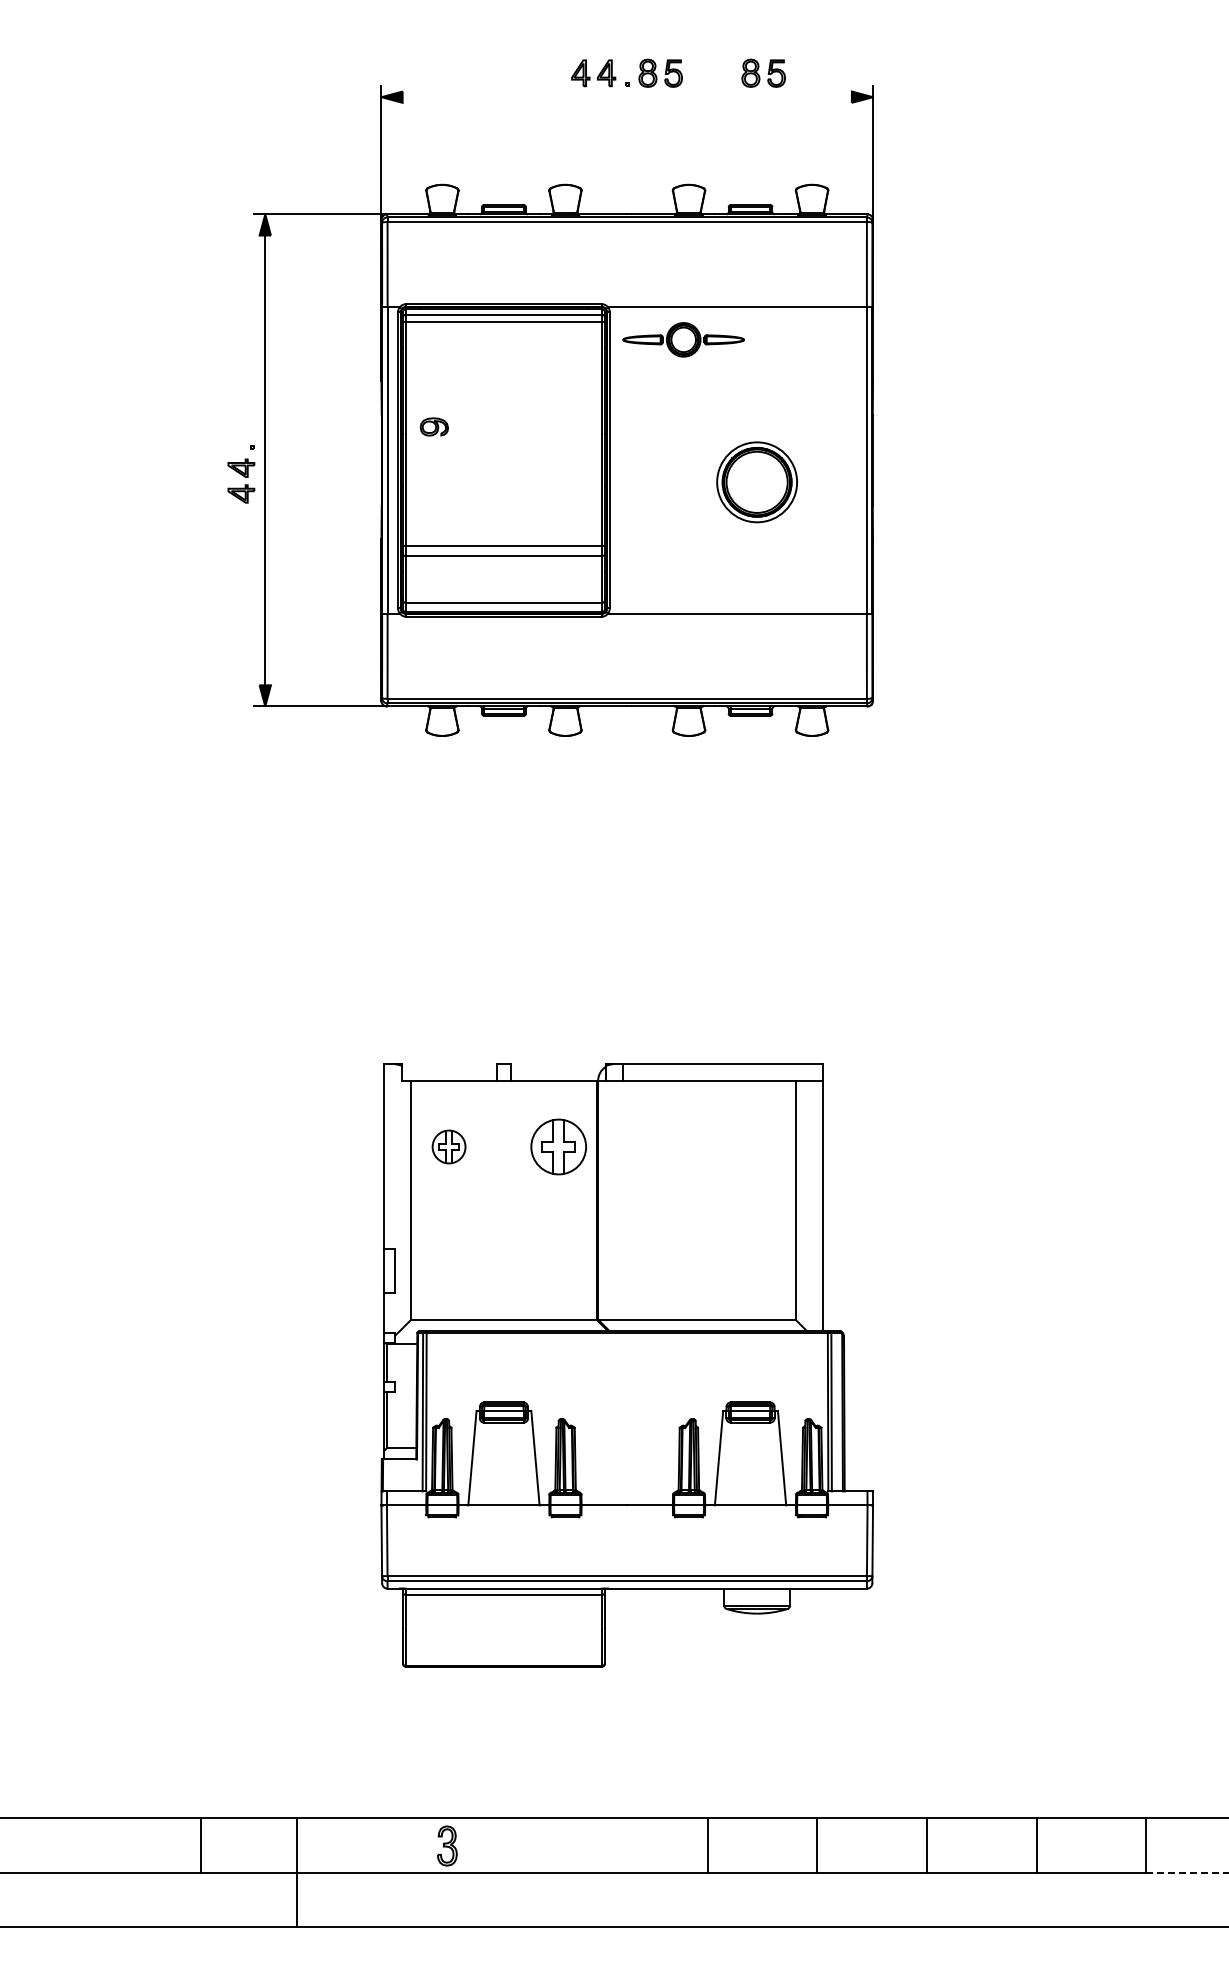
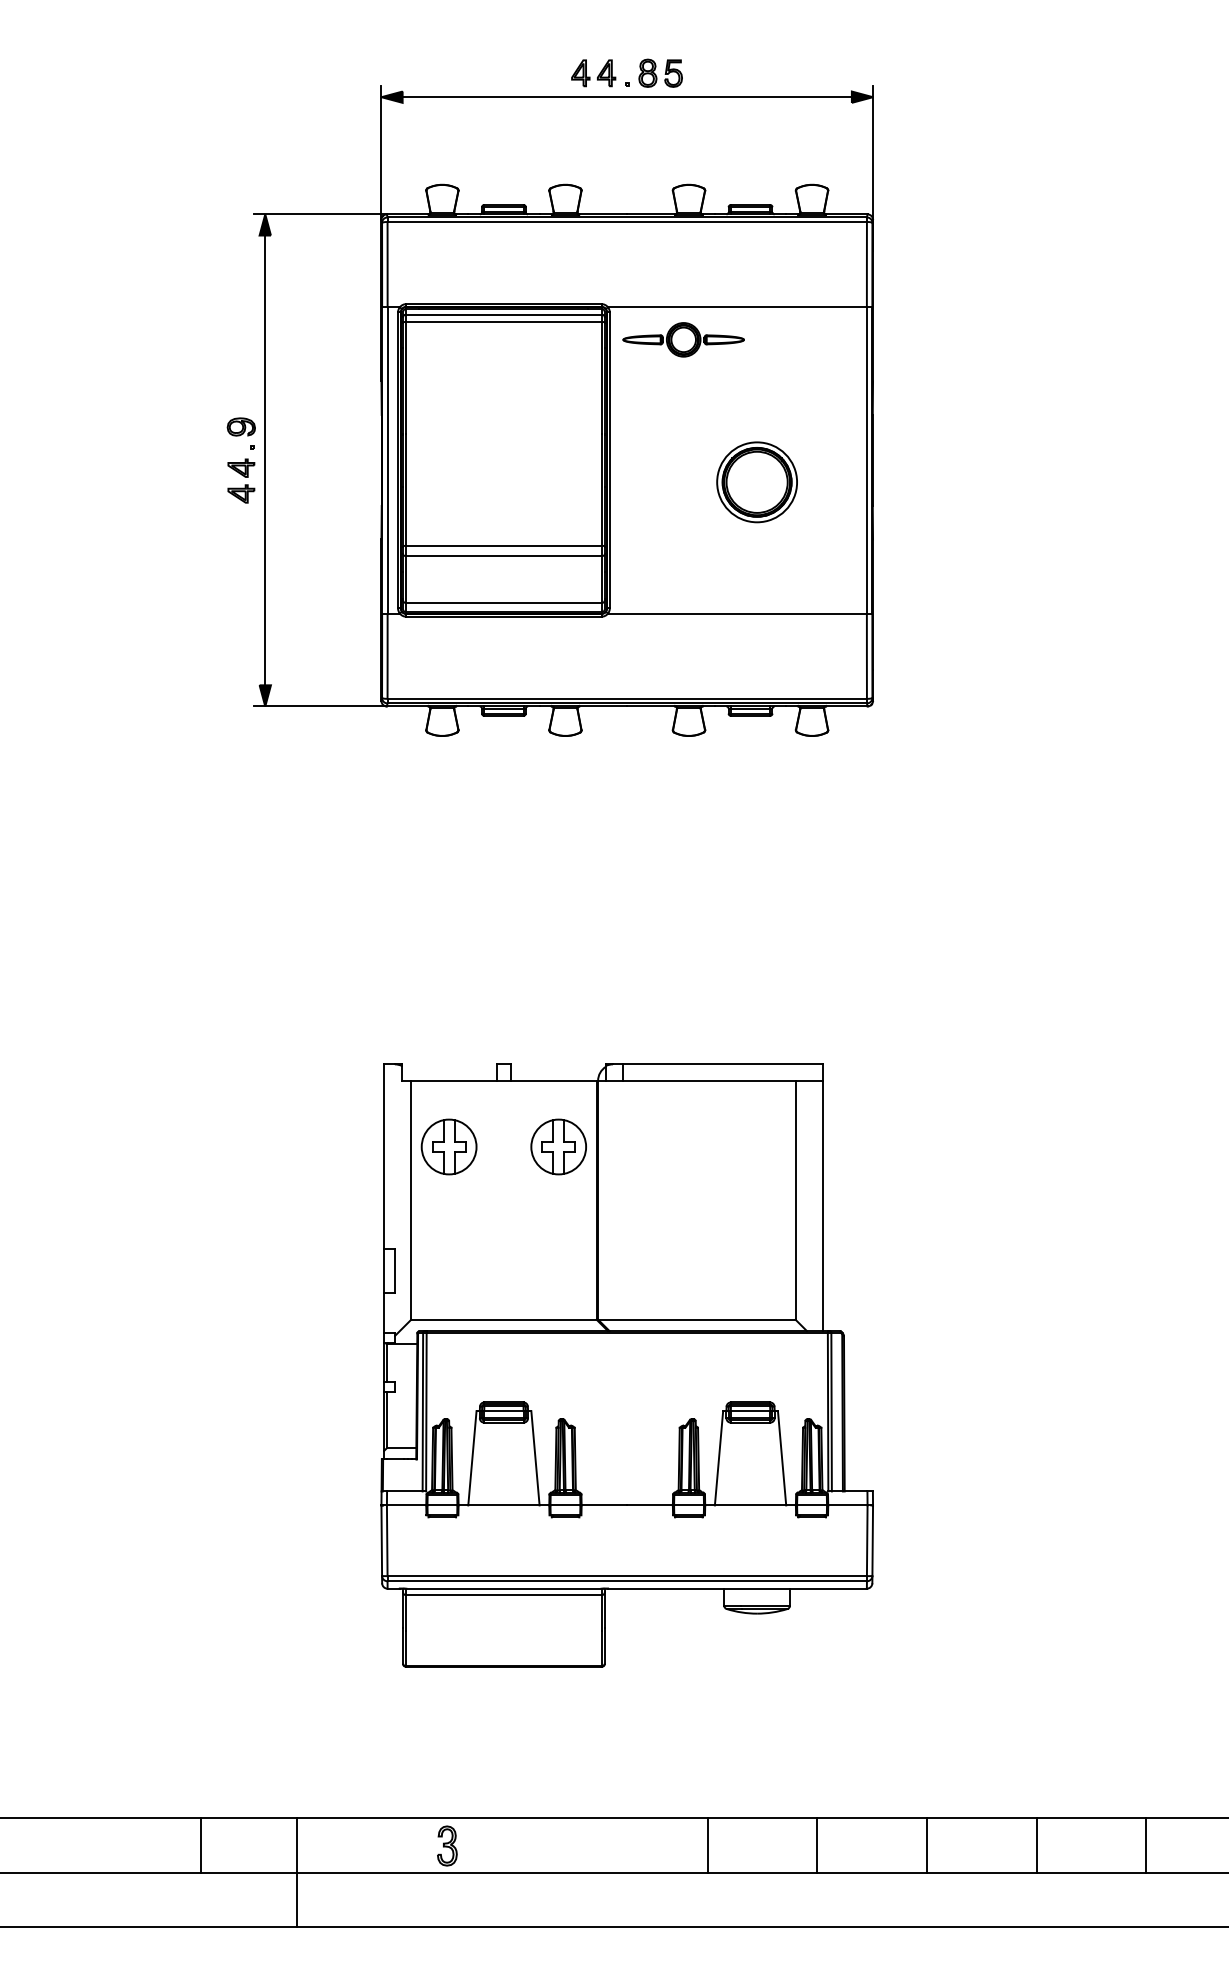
part at (763, 72): present -> none
line at (626, 97): none -> present
part at (433, 426) position: (433, 426) -> (240, 426)
part at (448, 1146) size: 36x36 px -> 58x58 px
line at (1188, 1872): dashed -> solid
